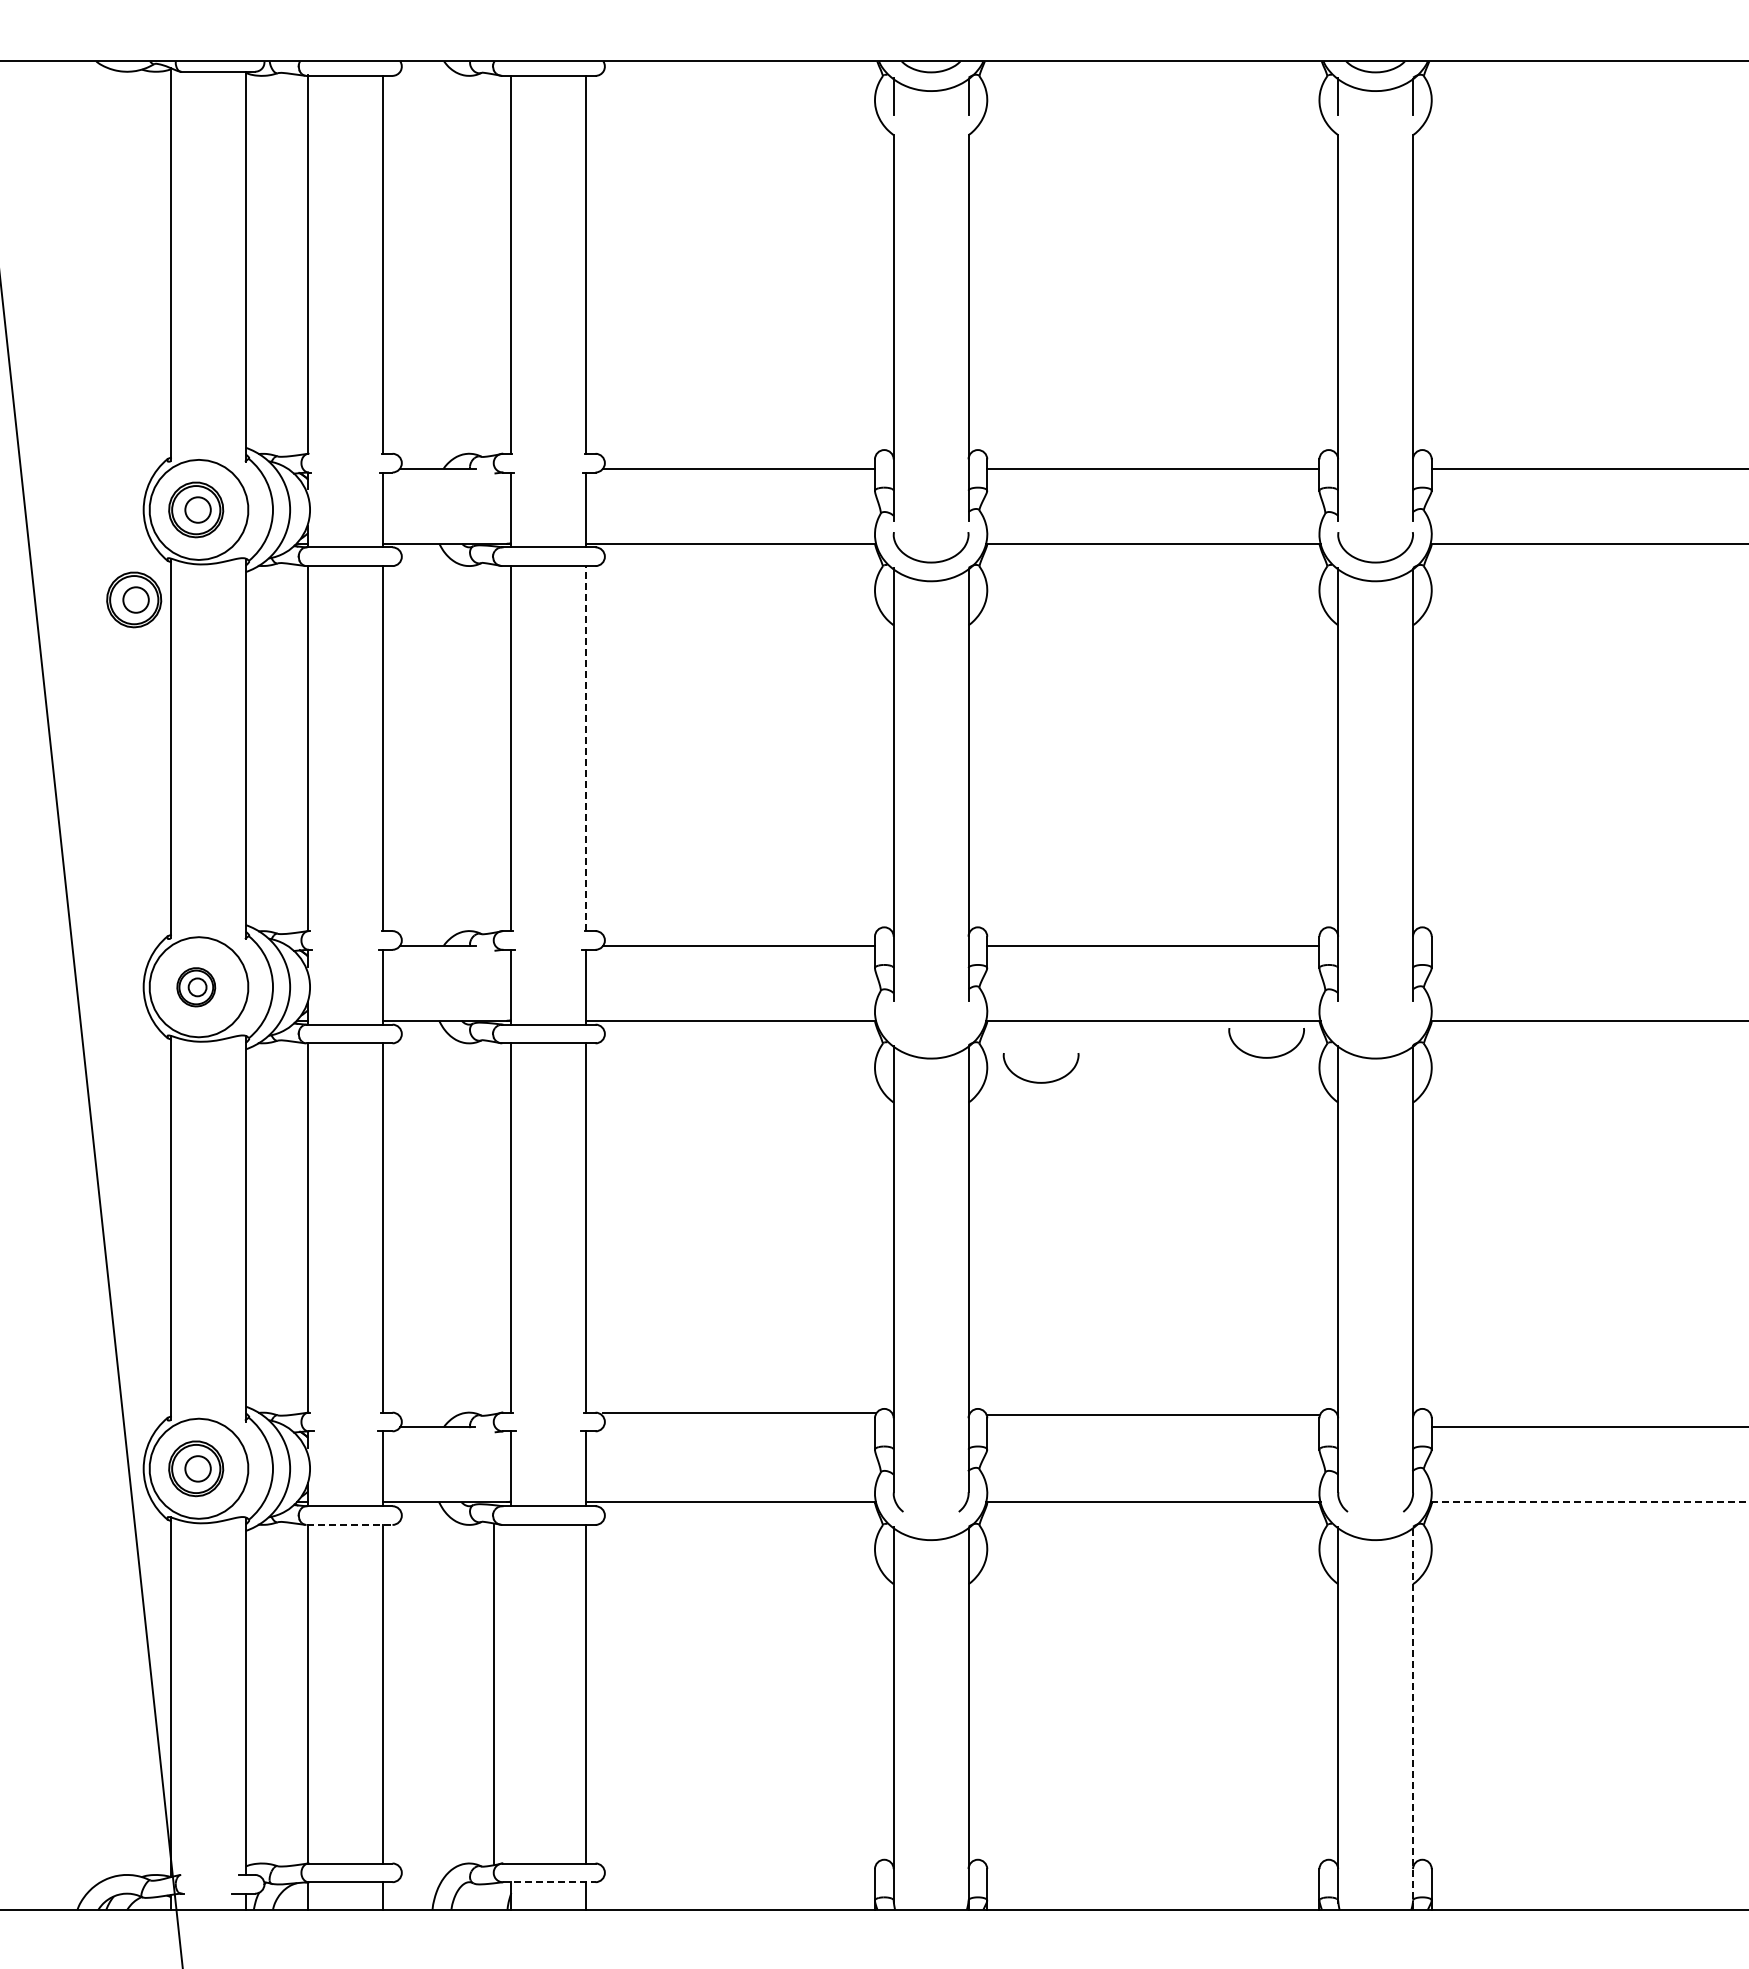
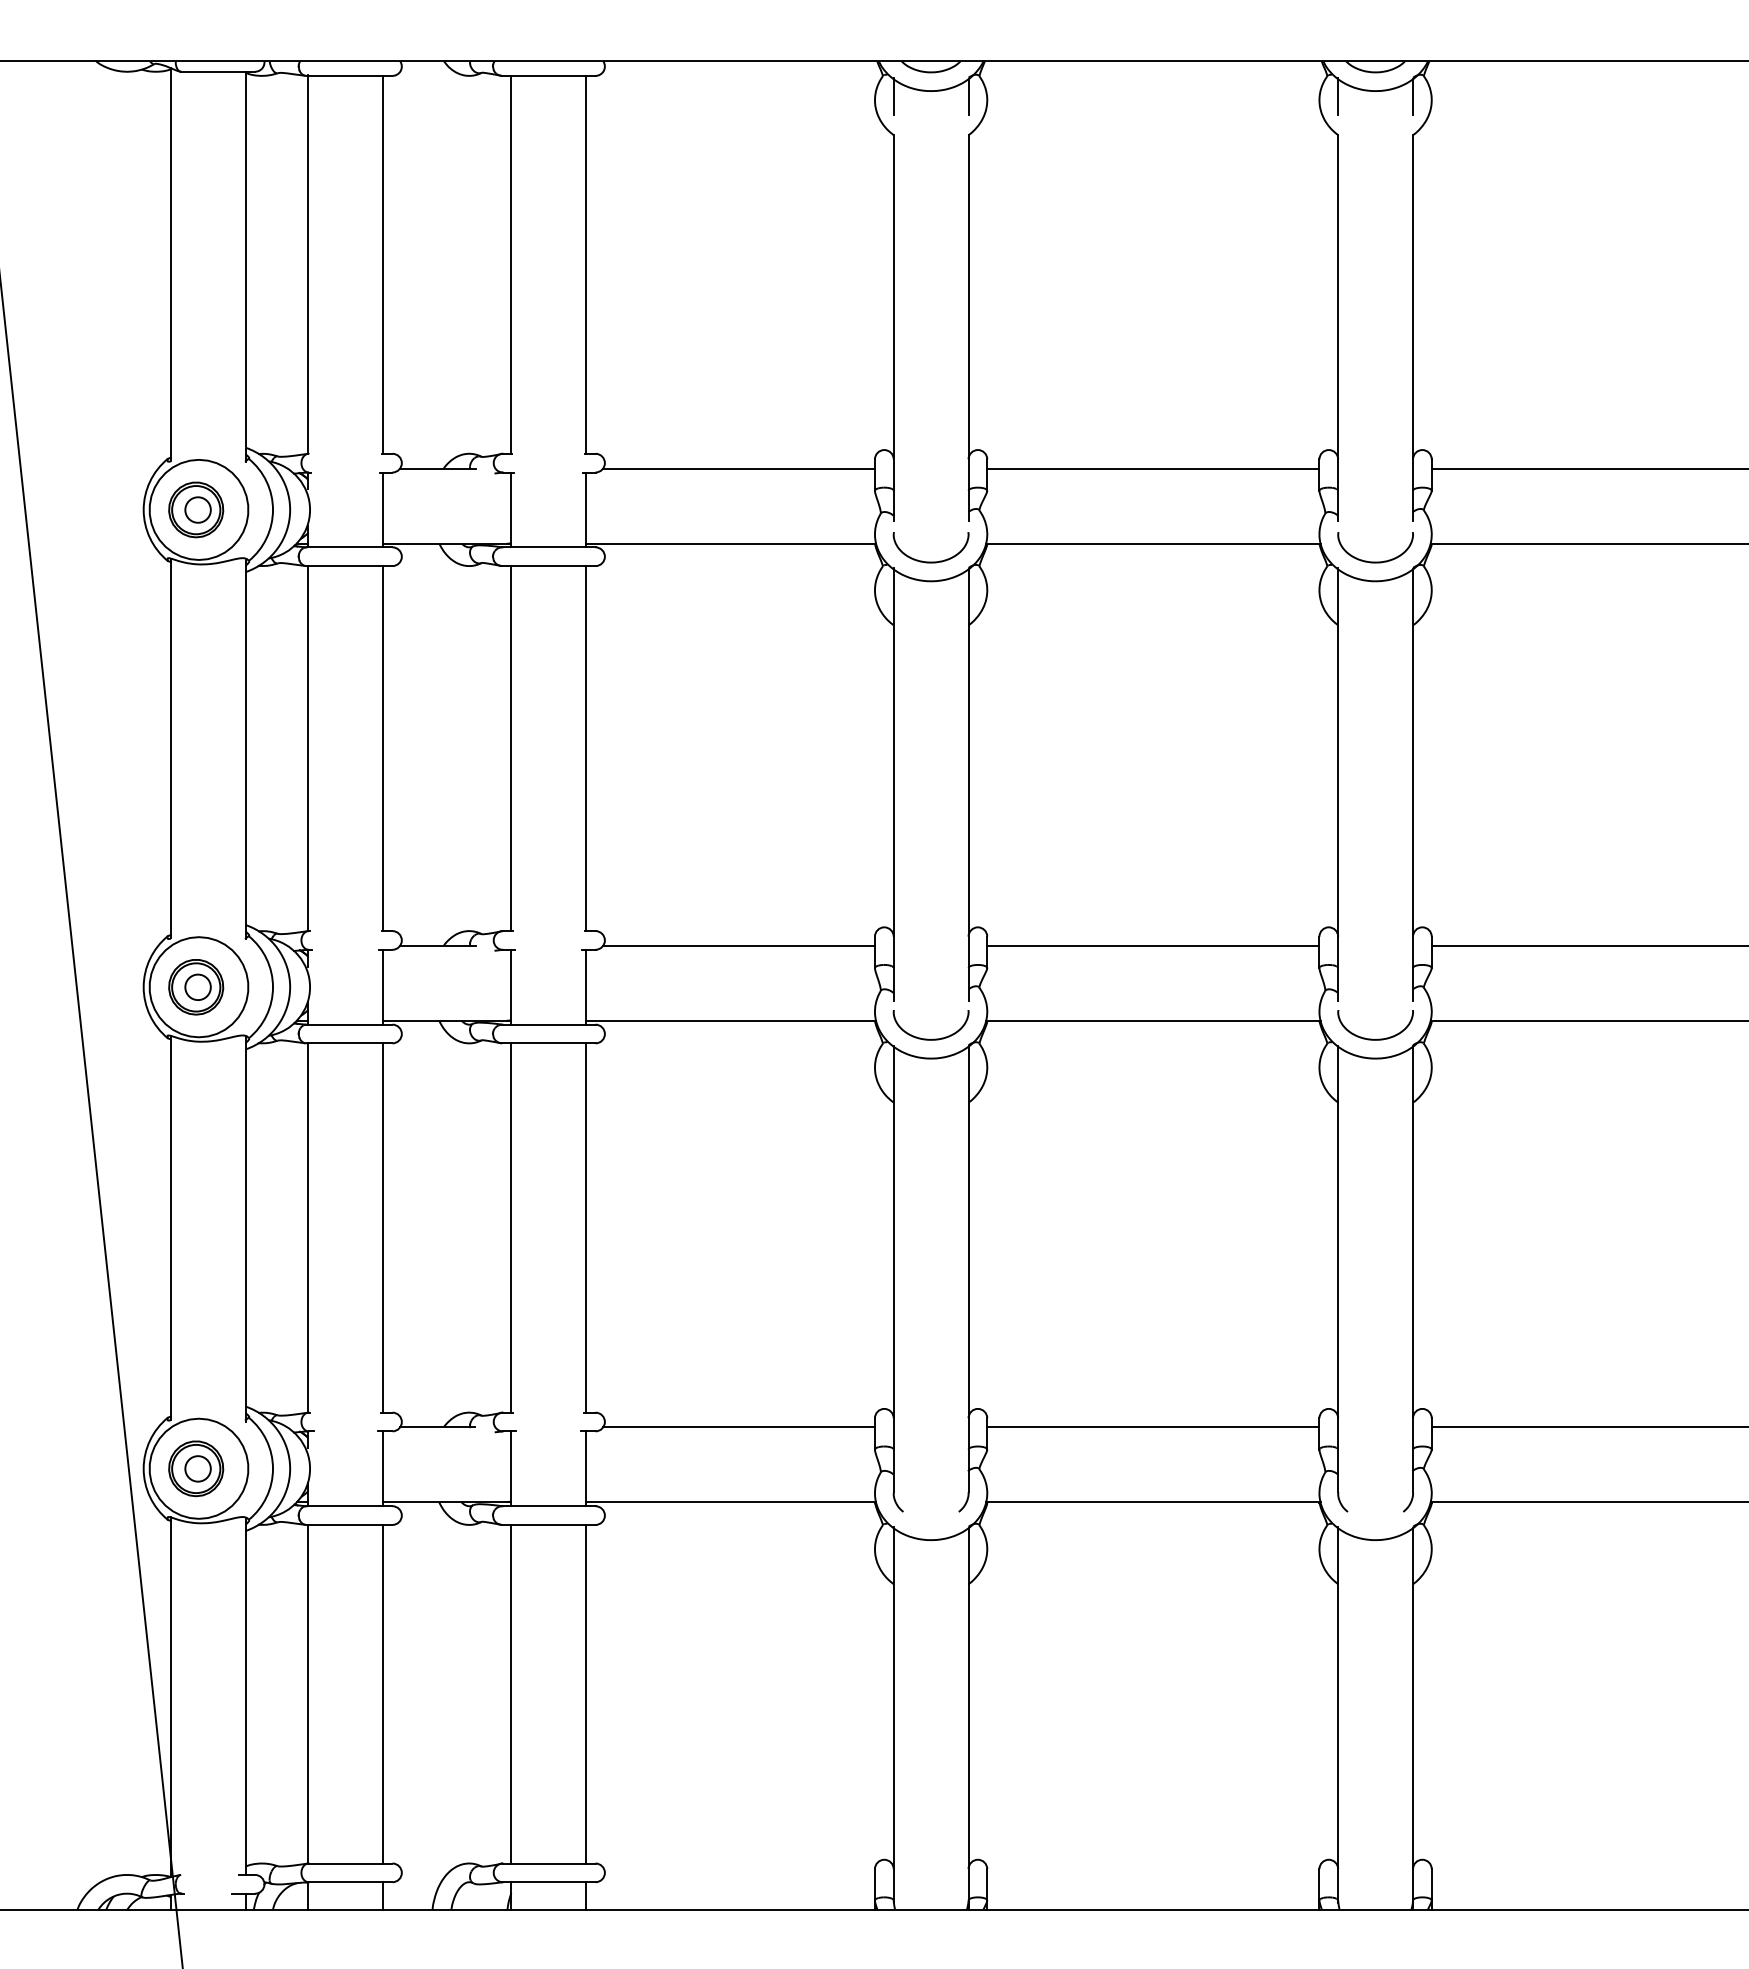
part at (134, 599): present -> none
line at (586, 748): dashed -> solid
line at (1588, 945): none -> present
part at (196, 987) size: 41x41 px -> 57x57 px
curve at (1264, 1056) position: (1264, 1056) -> (1373, 1038)
curve at (1038, 1081) position: (1038, 1081) -> (928, 1038)
line at (738, 1413) position: (738, 1413) -> (738, 1427)
line at (1153, 1415) position: (1153, 1415) -> (1153, 1427)
line at (1589, 1502): dashed -> solid
line at (349, 1524): dashed -> solid
line at (494, 1693) position: (494, 1693) -> (511, 1693)
line at (1413, 1718): dashed -> solid
line at (549, 1882): dashed -> solid
